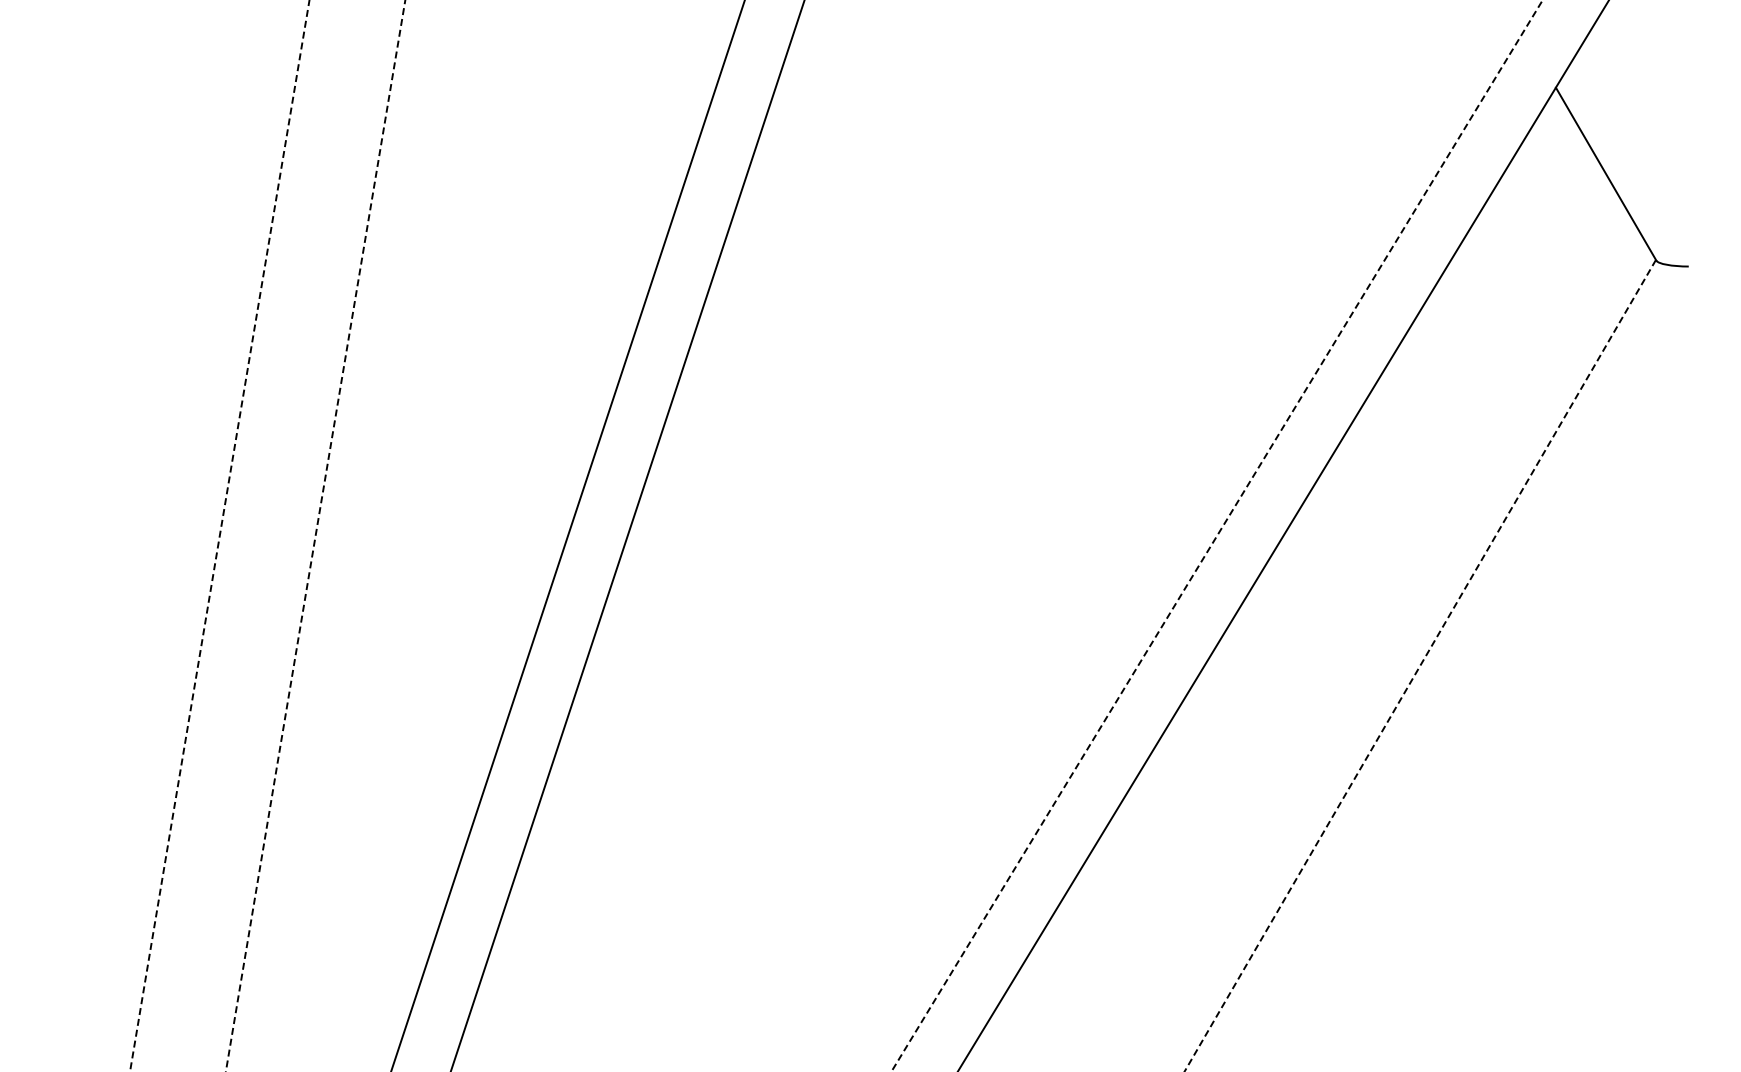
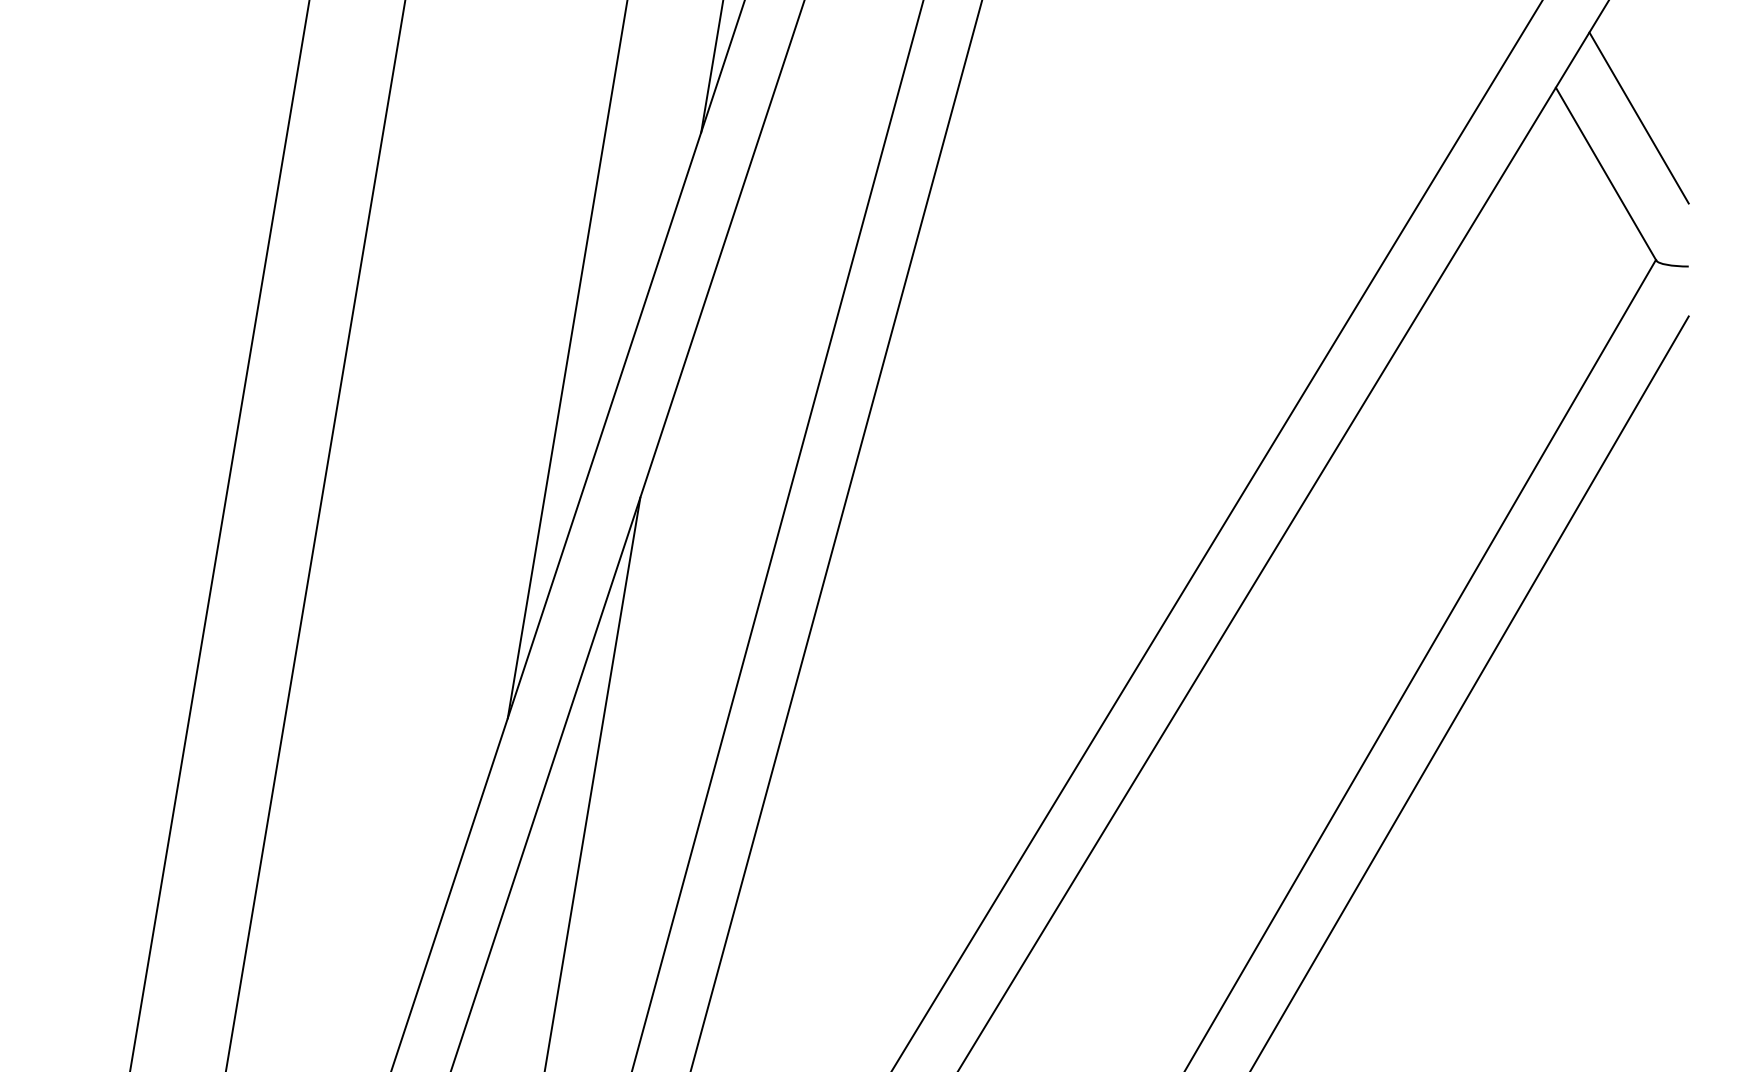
line at (711, 67): none -> present
line at (1638, 117): none -> present
line at (567, 360): none -> present
line at (777, 535): none -> present
line at (836, 535): none -> present
line at (1217, 535): dashed -> solid
line at (219, 536): dashed -> solid
line at (315, 536): dashed -> solid
line at (1419, 666): dashed -> solid
line at (1469, 692): none -> present
line at (592, 782): none -> present
